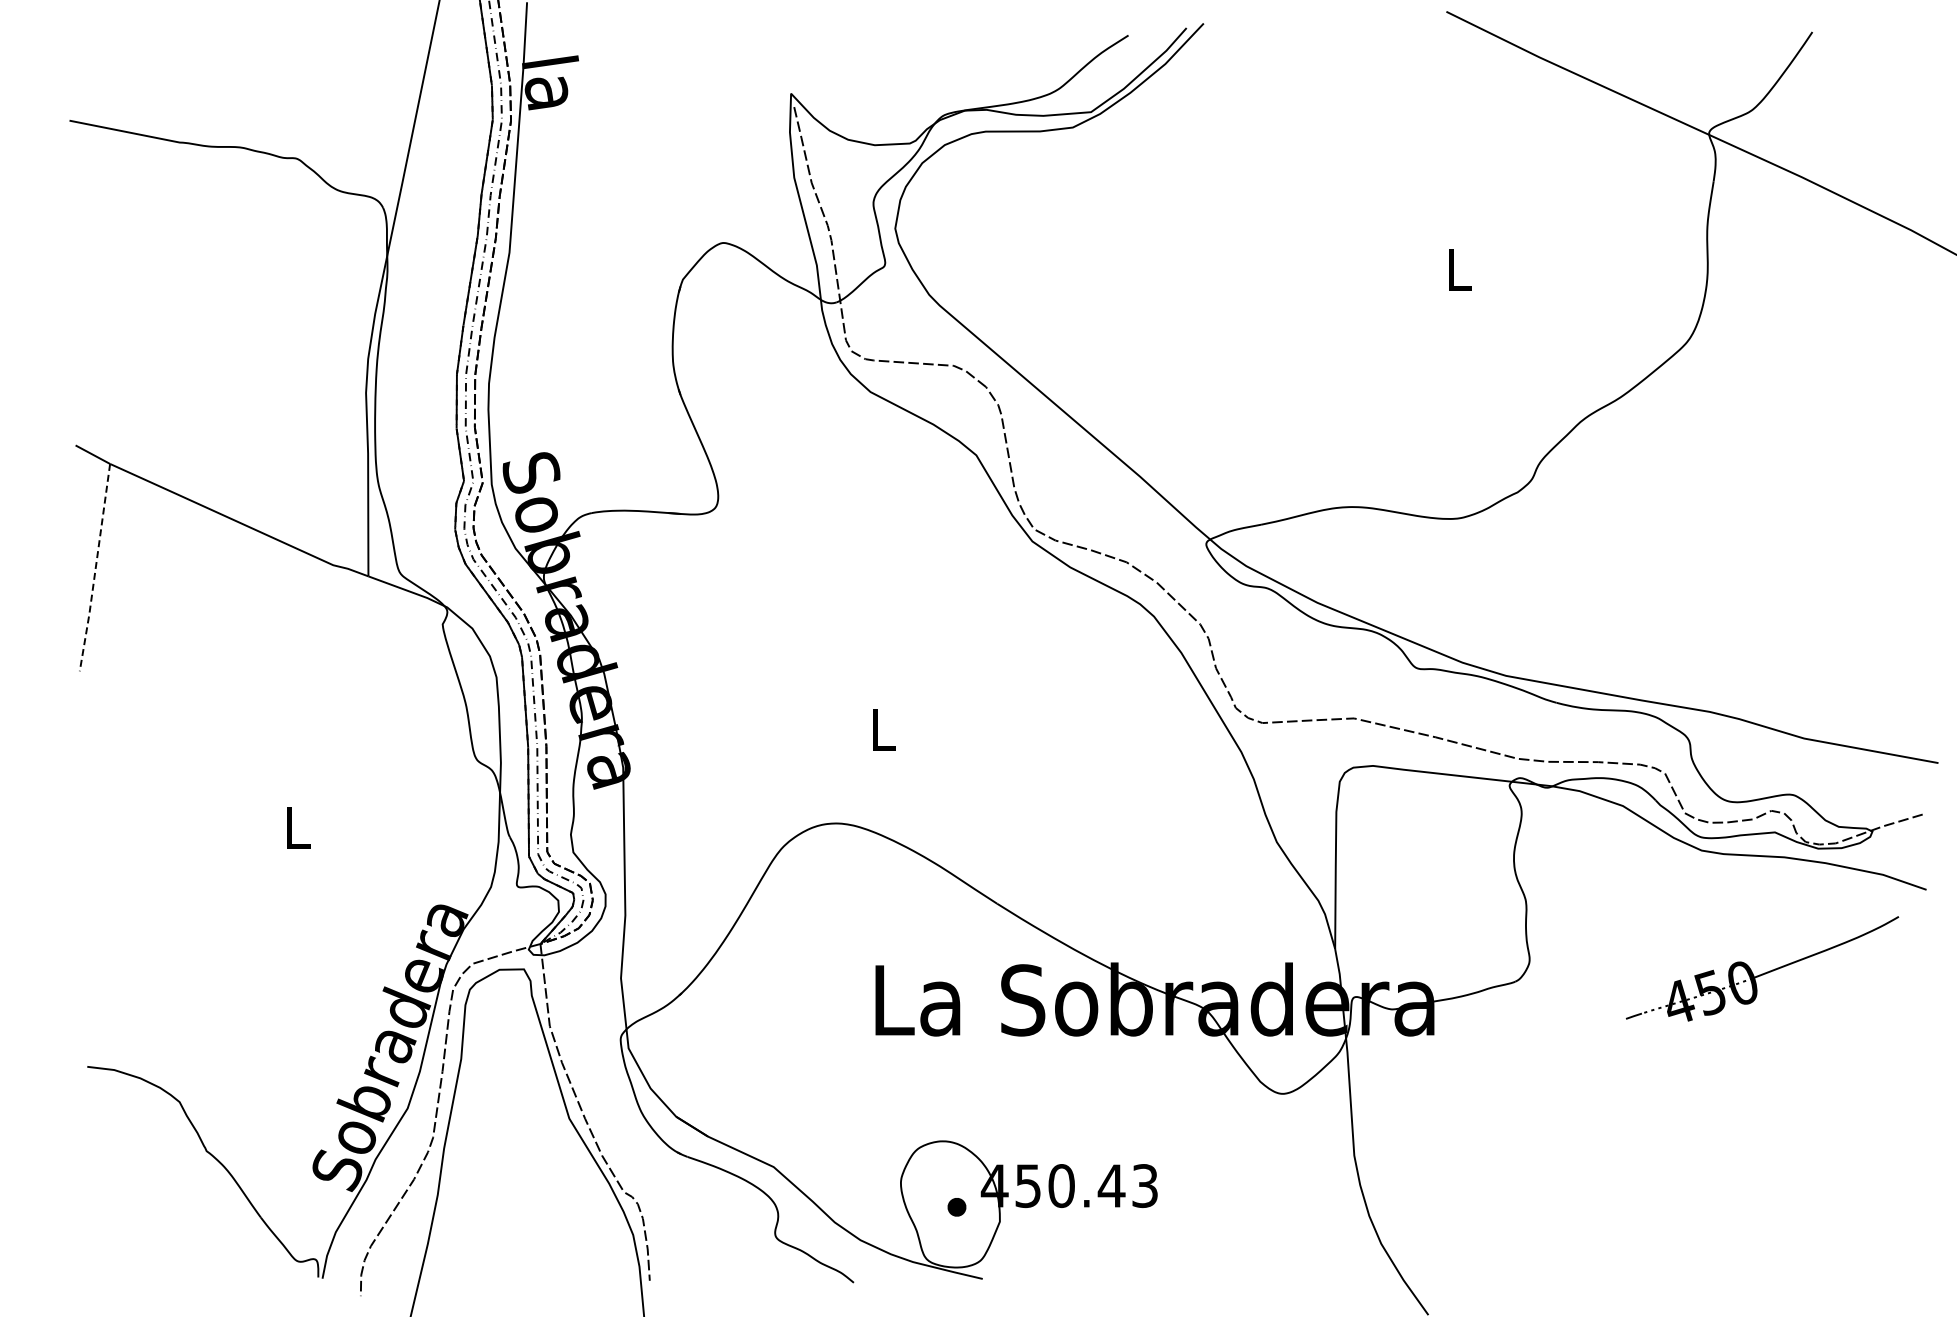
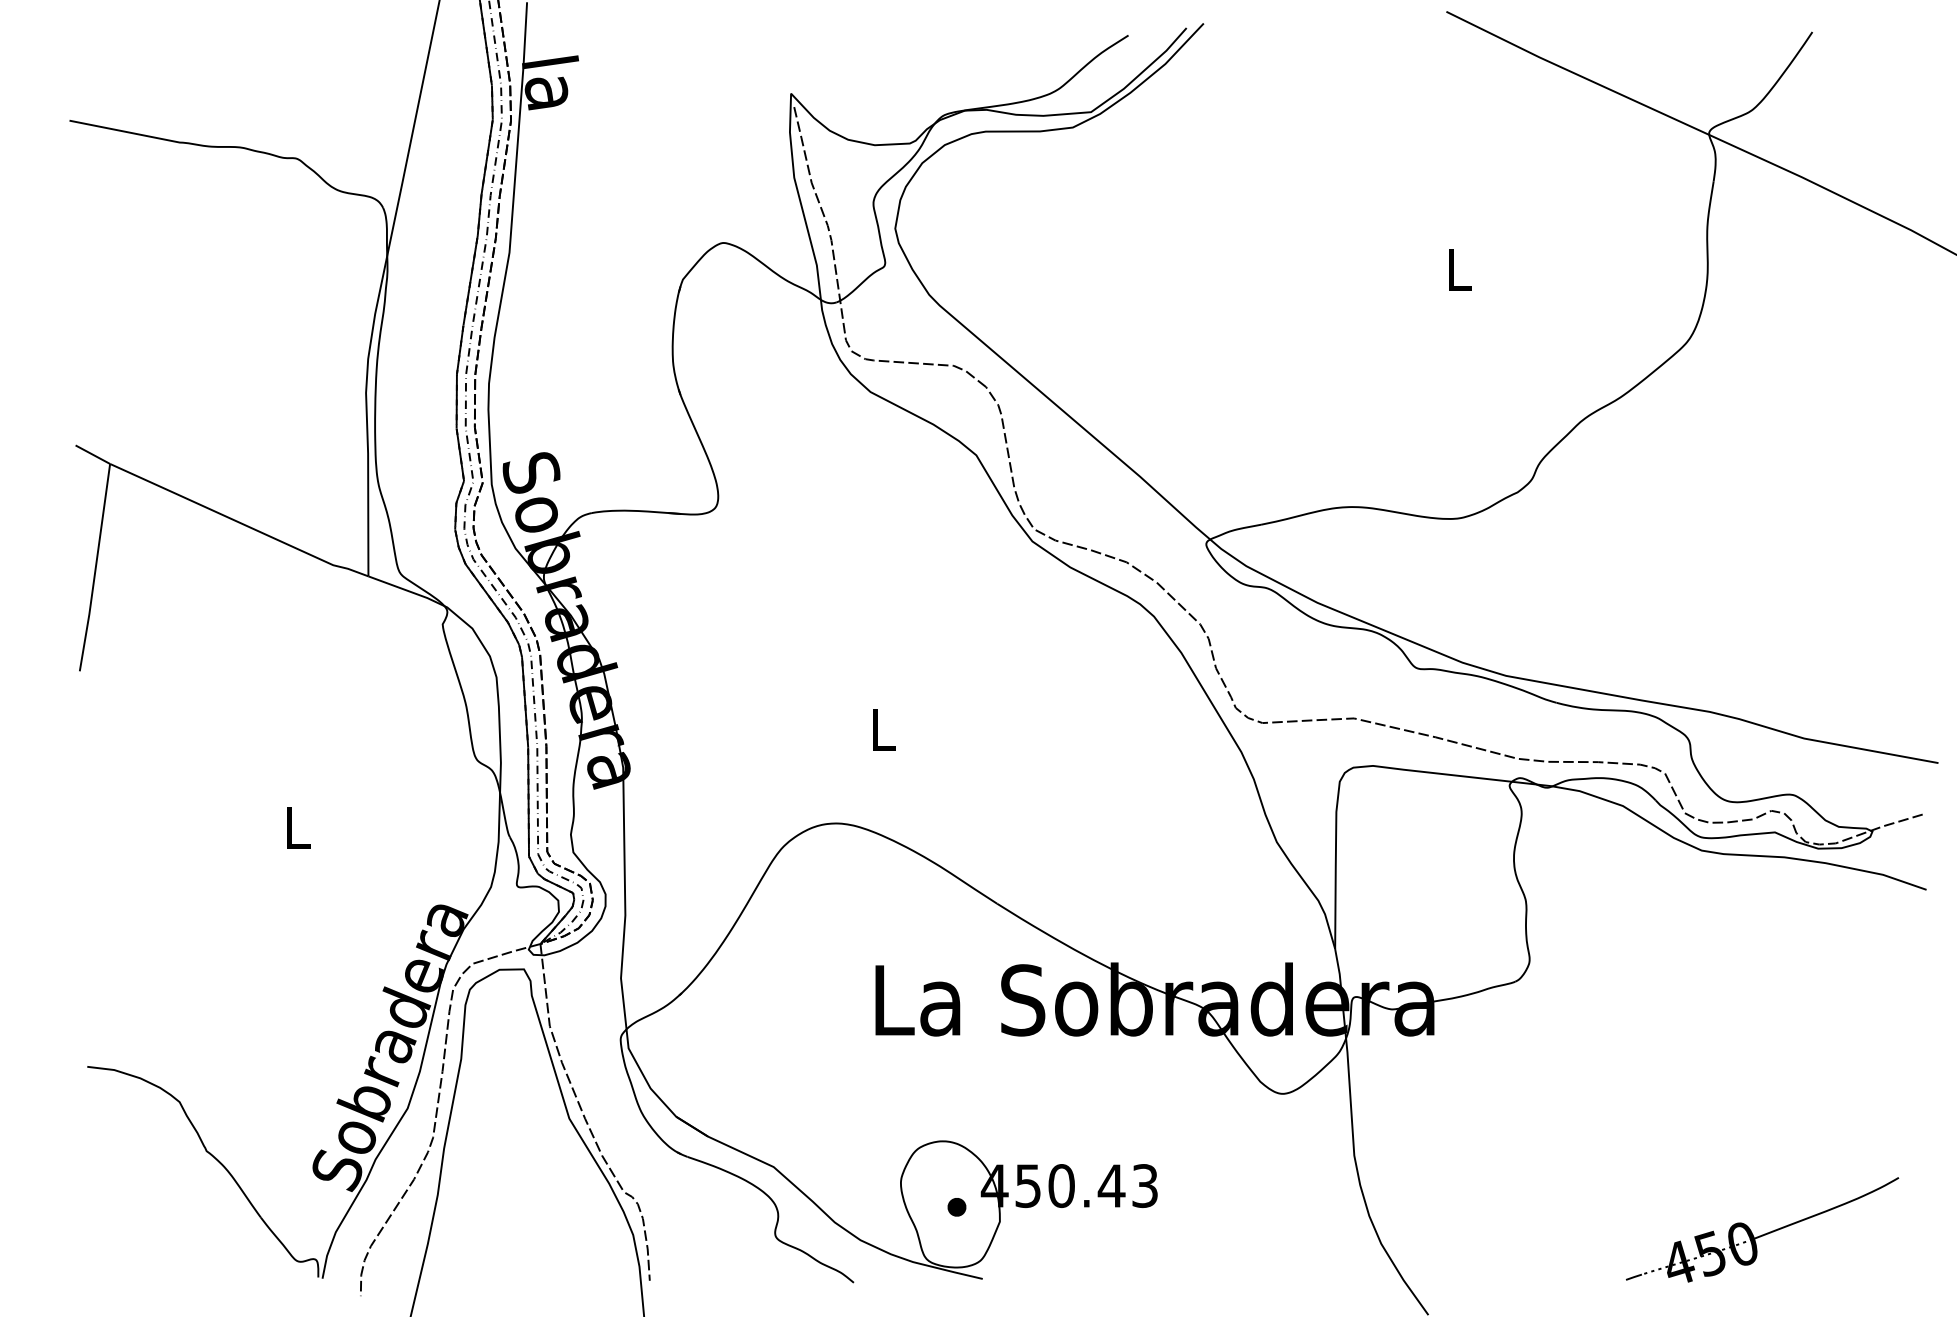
line at (95, 568): dashed -> solid
part at (1762, 968) position: (1762, 968) -> (1762, 1229)
